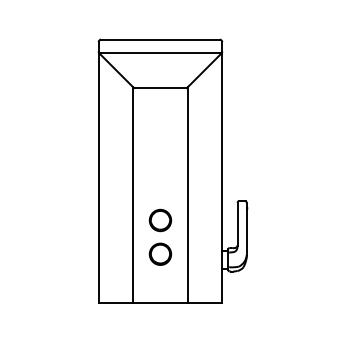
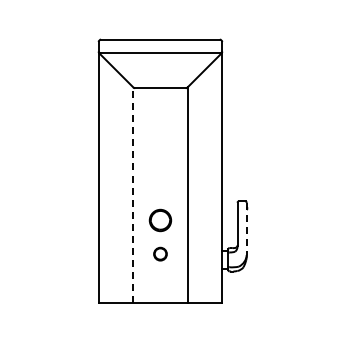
line at (133, 195): solid -> dashed
line at (246, 229): solid -> dashed
part at (160, 253) size: 25x24 px -> 15x16 px
